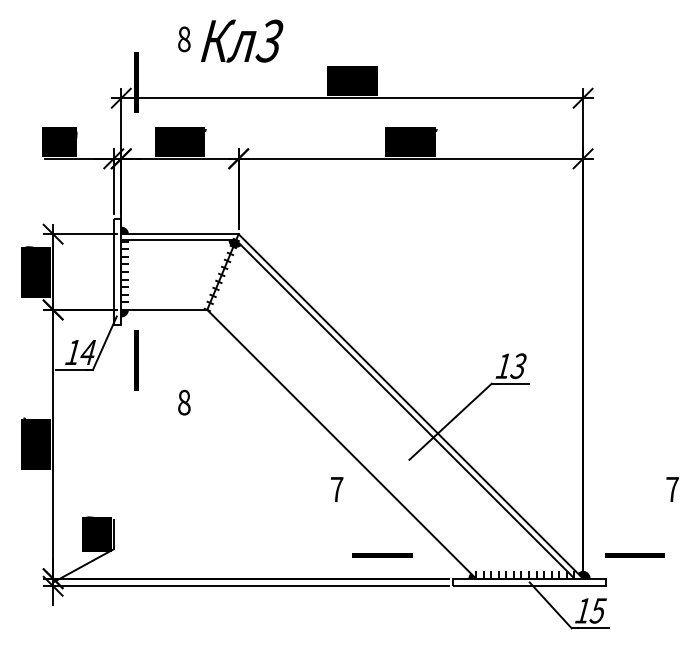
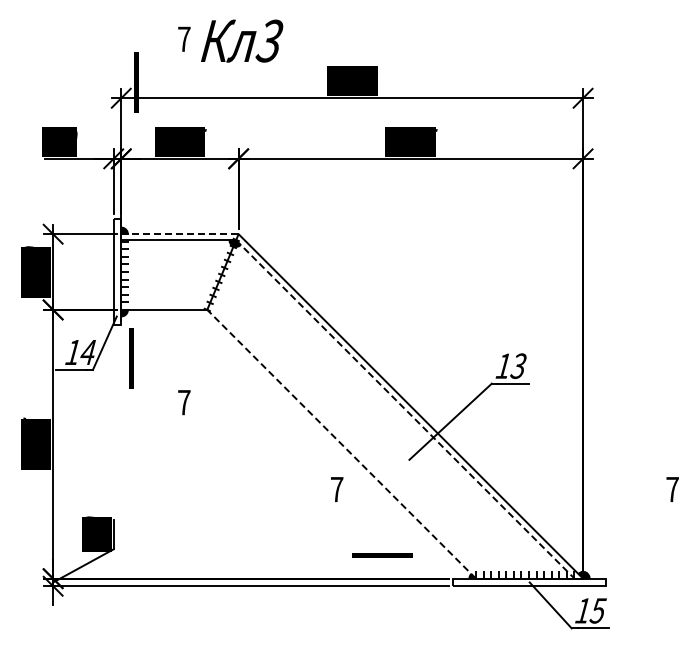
text at (184, 39): 8 -> 7
line at (179, 234): solid -> dashed
line at (136, 360) position: (136, 360) -> (131, 358)
text at (184, 402): 8 -> 7
line at (405, 409): solid -> dashed
line at (341, 443): solid -> dashed
line at (634, 555): present -> none
